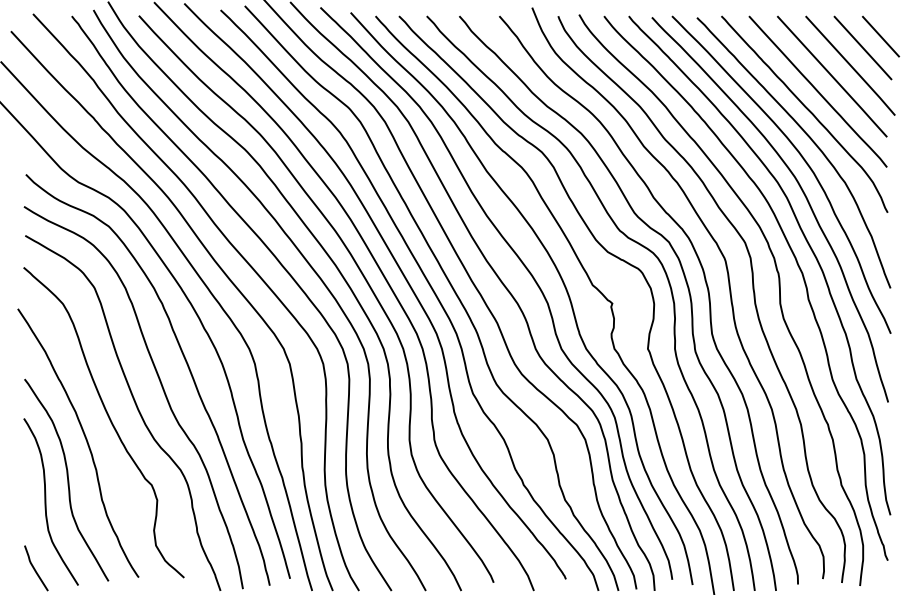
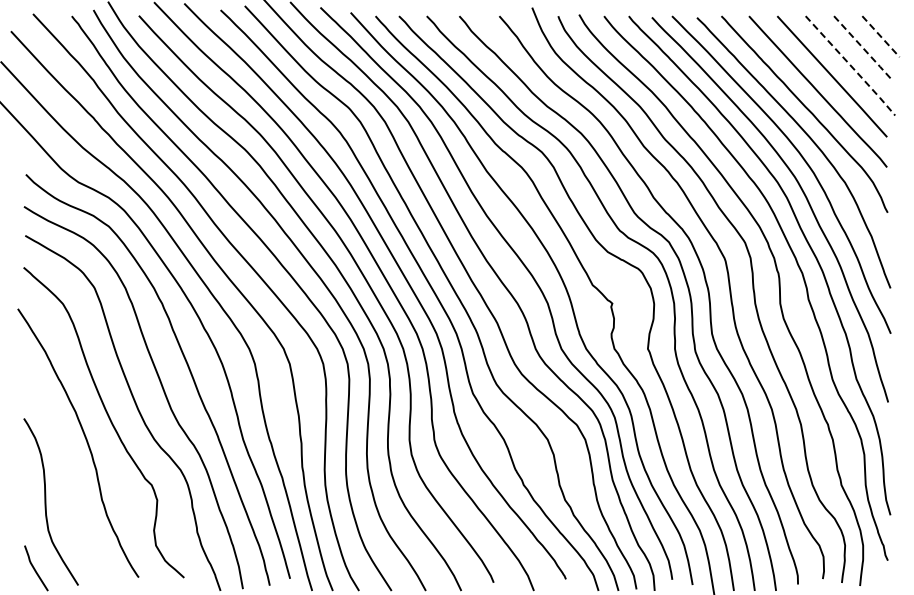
line at (880, 36): solid -> dashed
line at (863, 48): solid -> dashed
line at (852, 67): solid -> dashed
curve at (67, 479): present -> none
